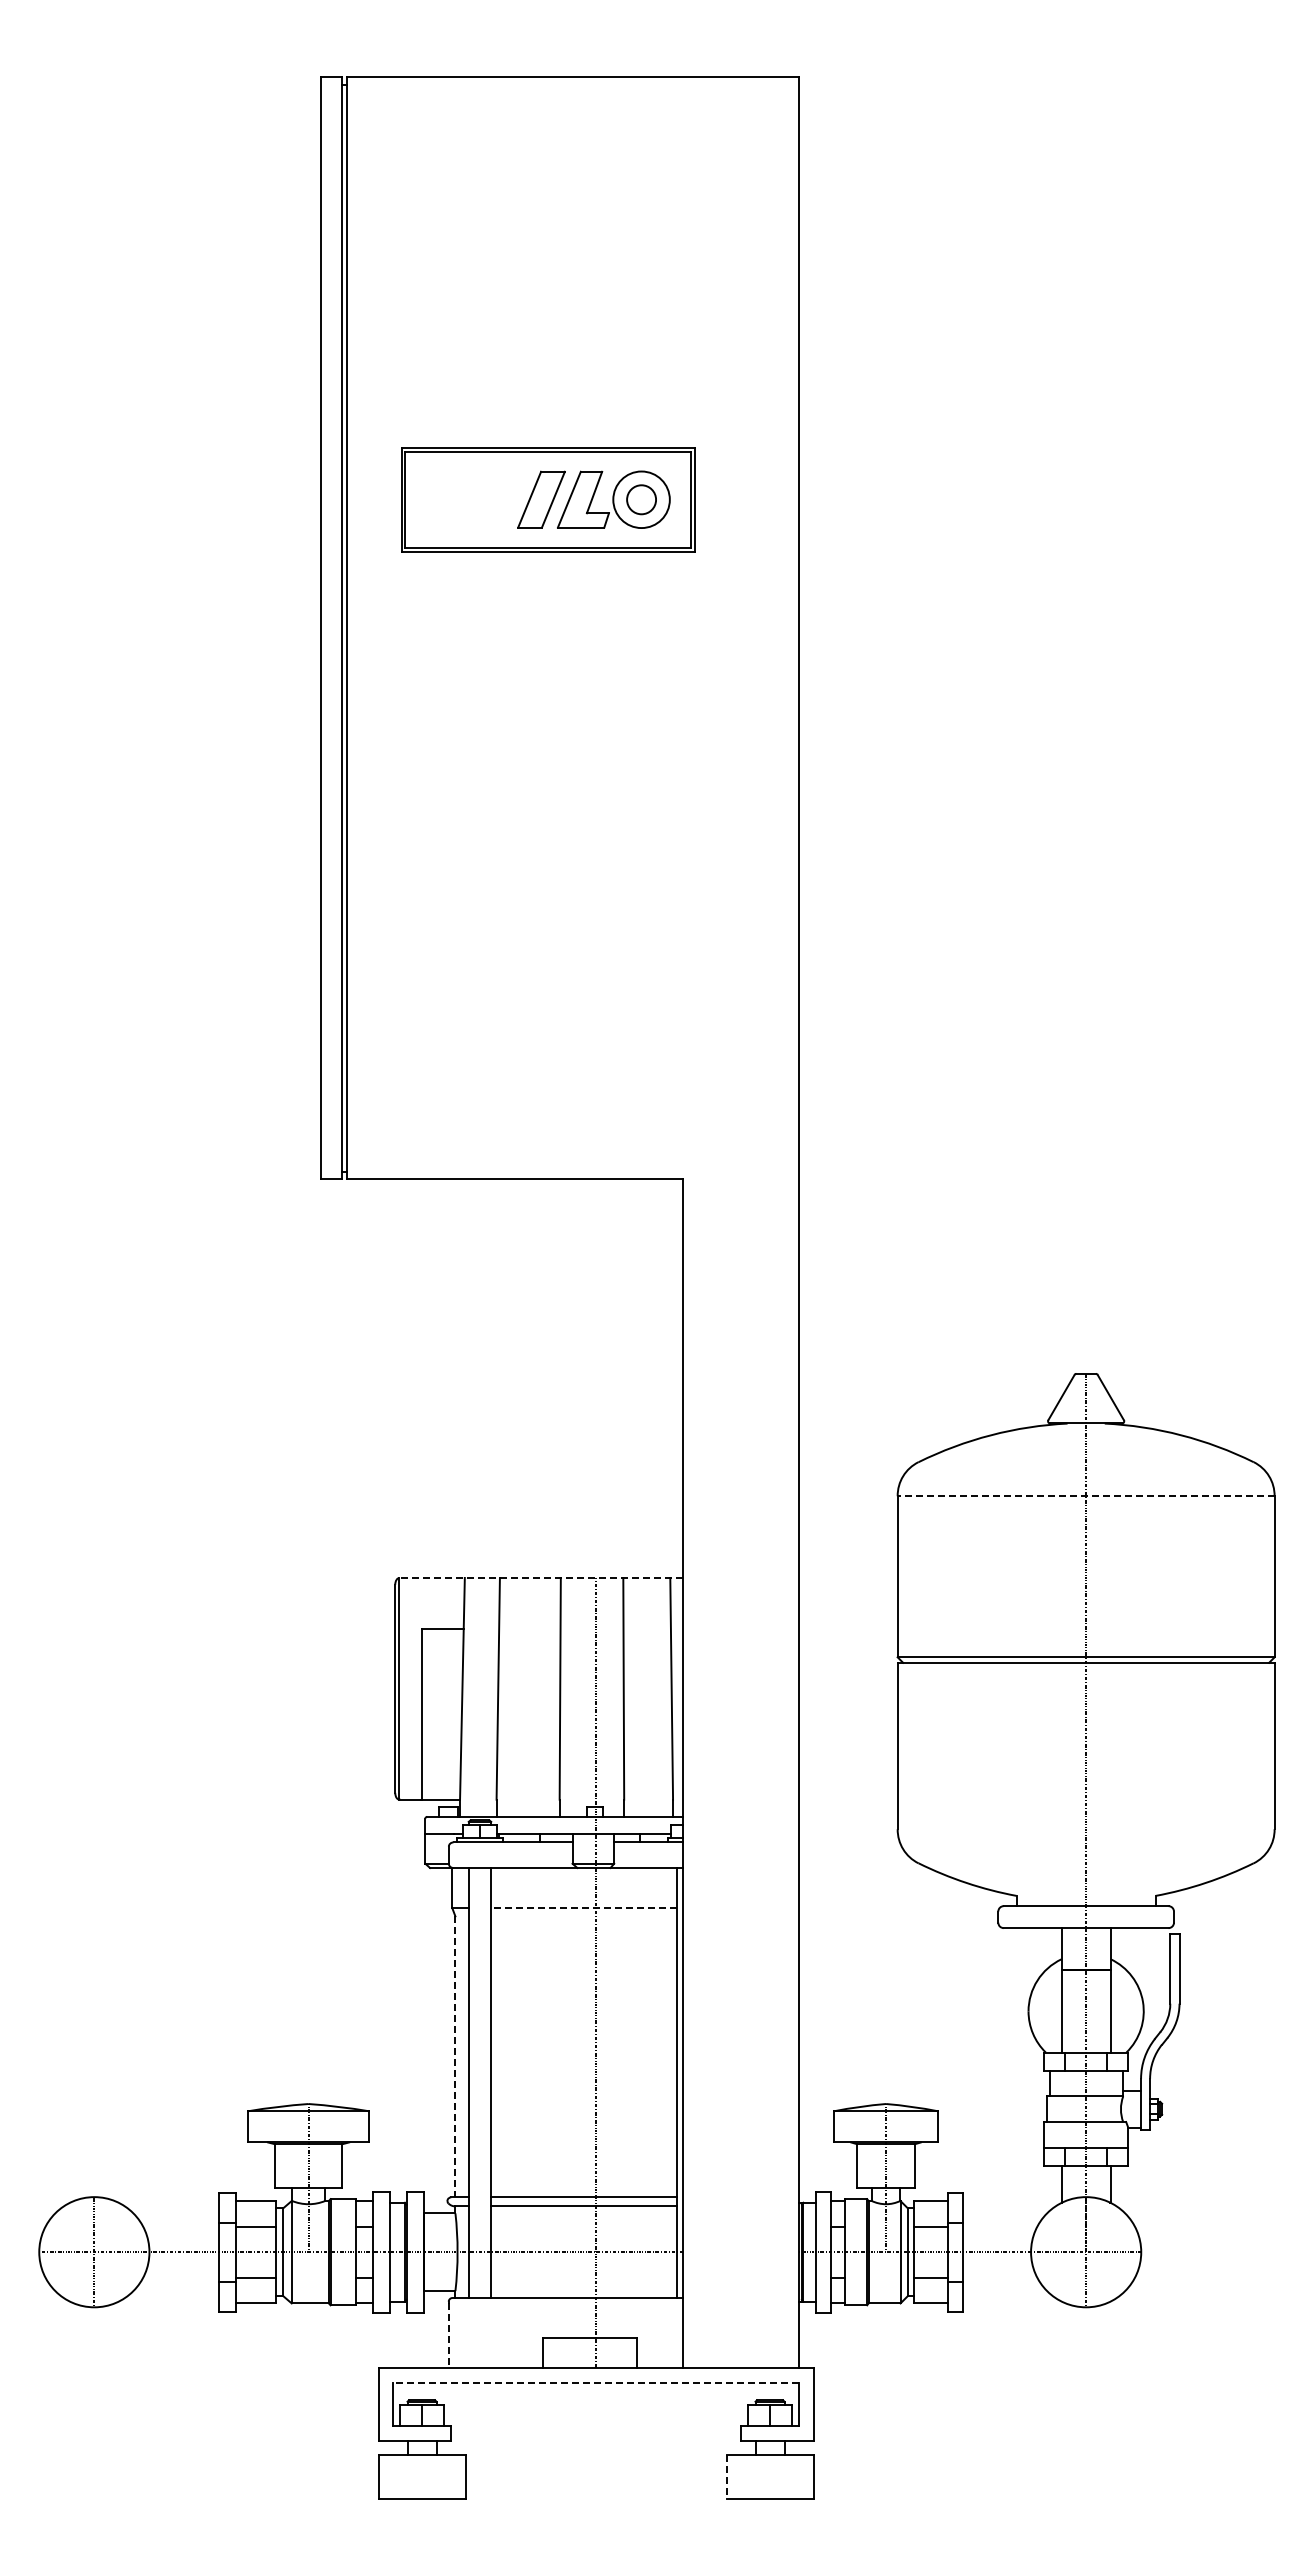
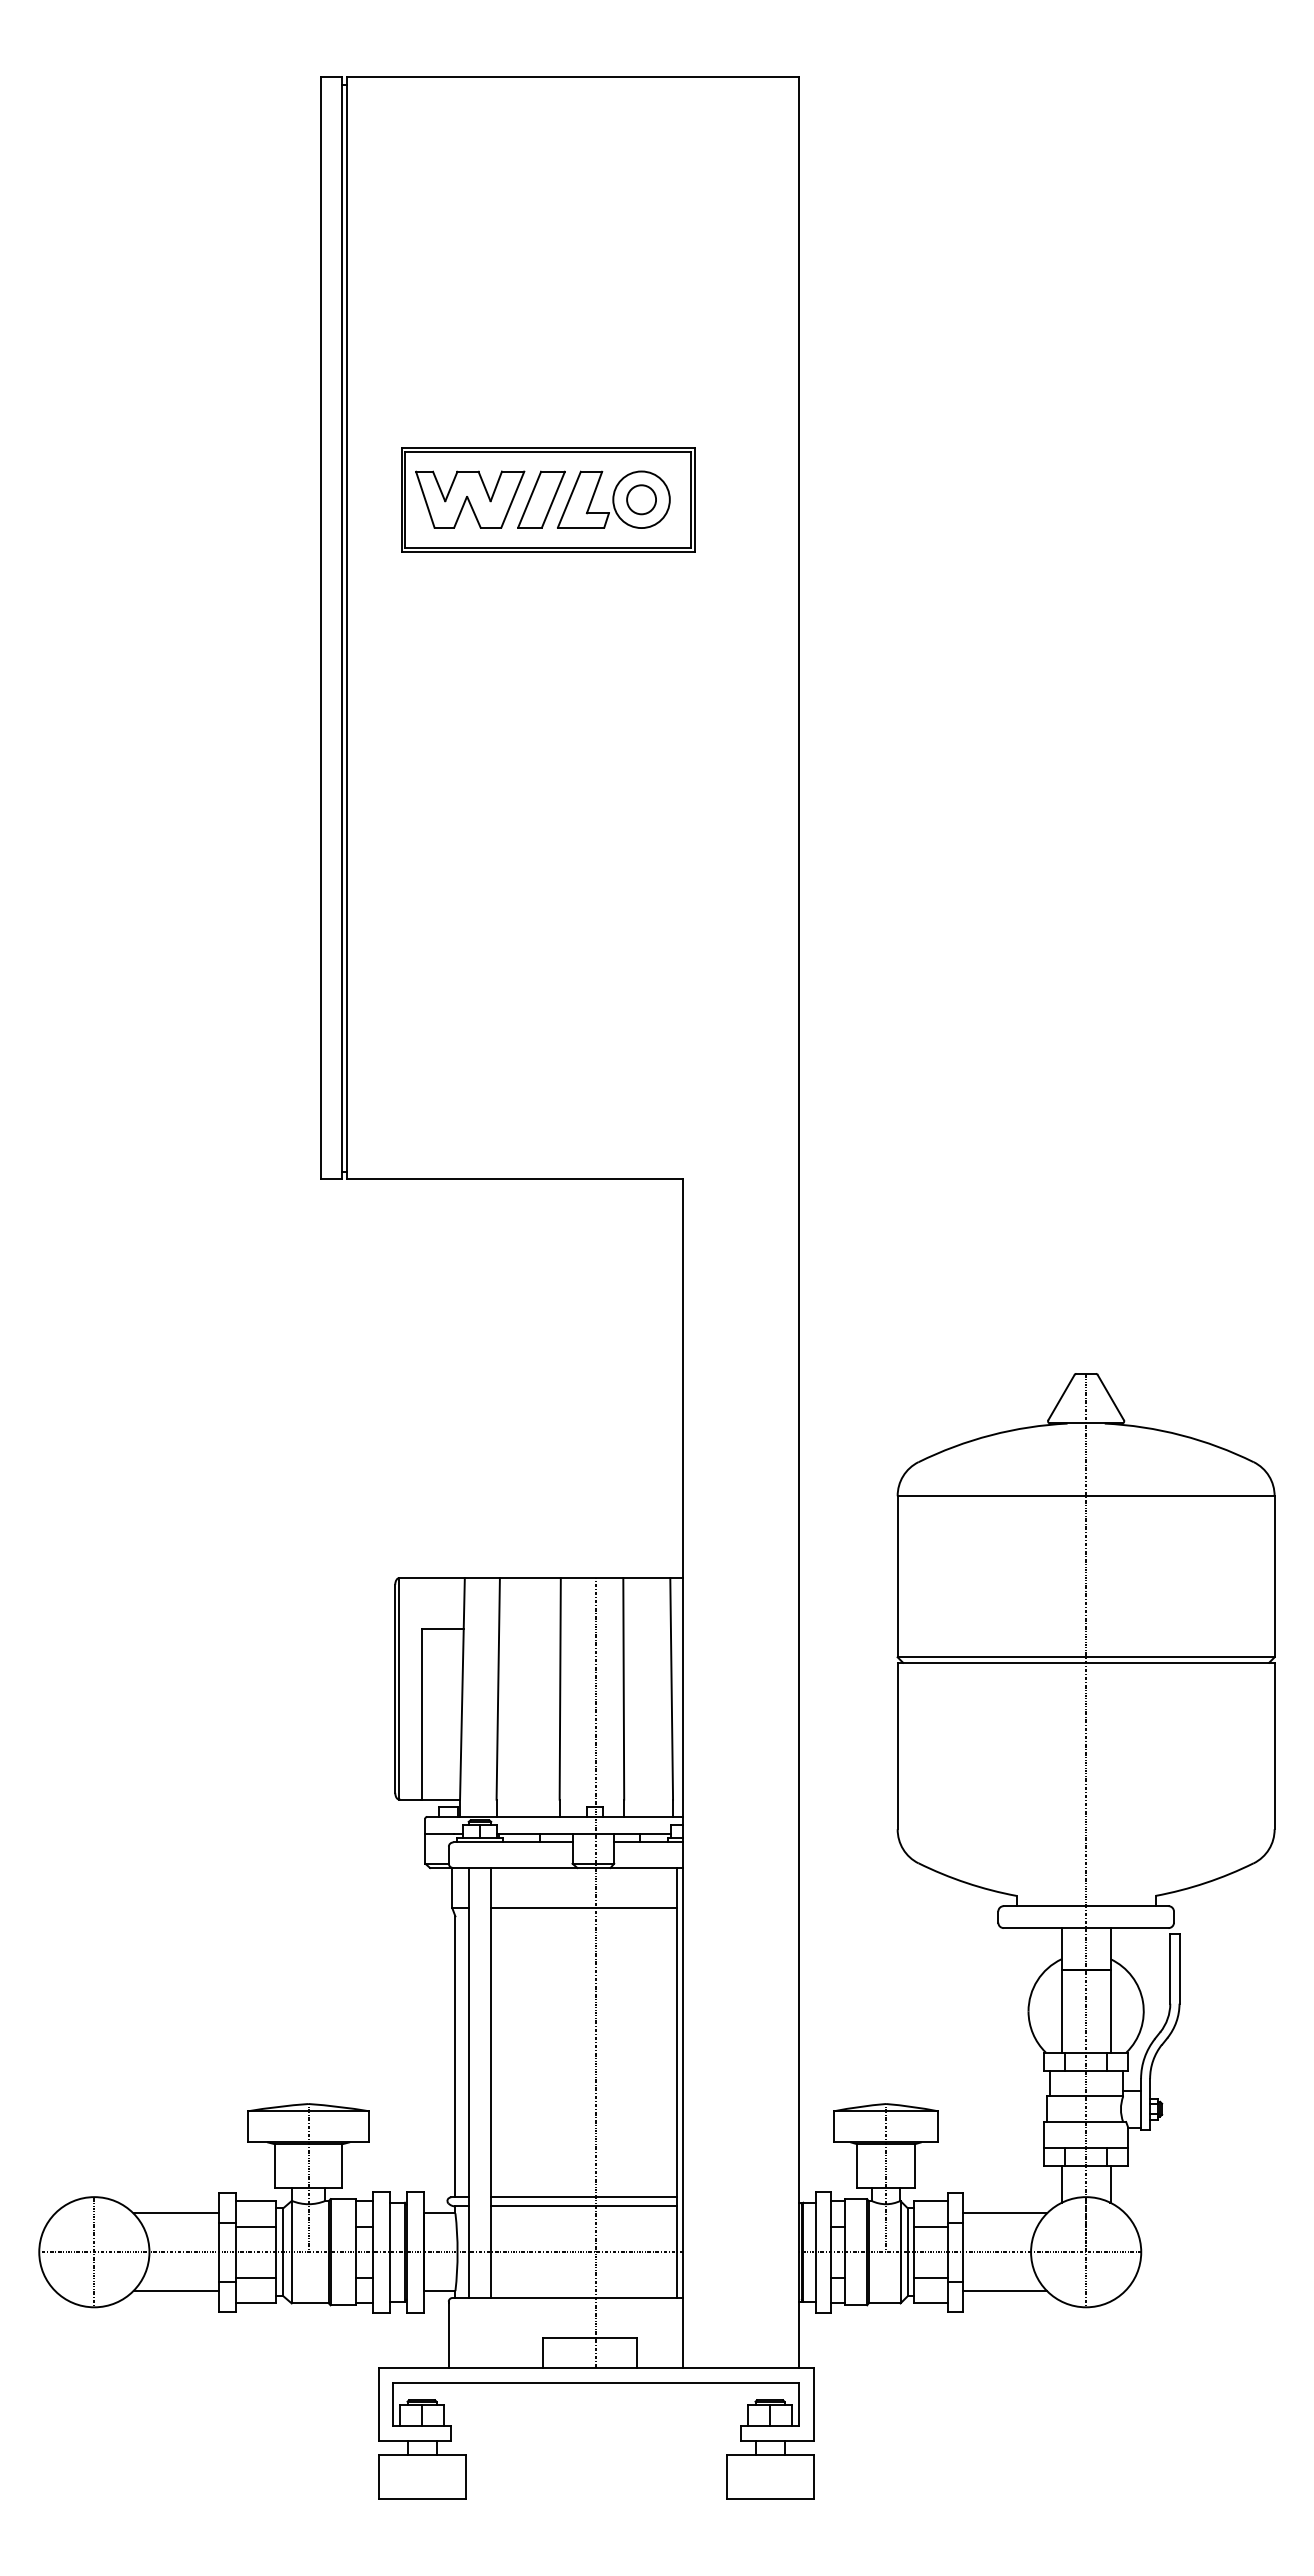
part at (470, 499): none -> present
line at (1085, 1496): dashed -> solid
line at (541, 1577): dashed -> solid
line at (584, 1908): dashed -> solid
line at (455, 2057): dashed -> solid
line at (176, 2213): none -> present
line at (1004, 2213): none -> present
line at (176, 2291): none -> present
line at (1004, 2291): none -> present
line at (448, 2336): dashed -> solid
line at (596, 2382): dashed -> solid
line at (726, 2476): dashed -> solid
